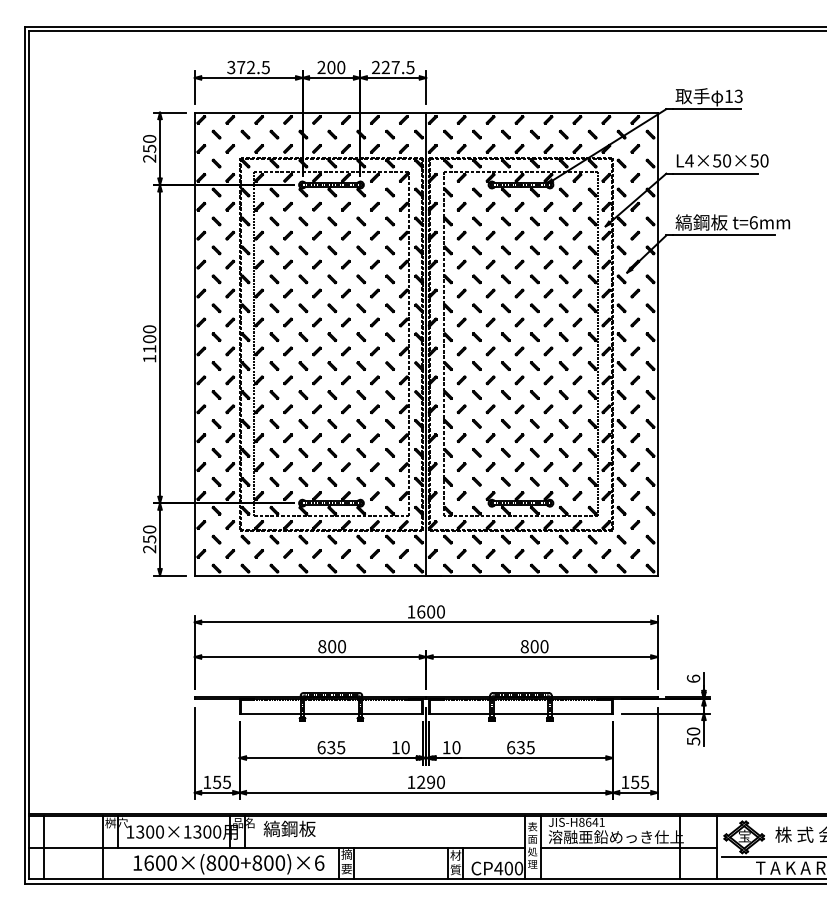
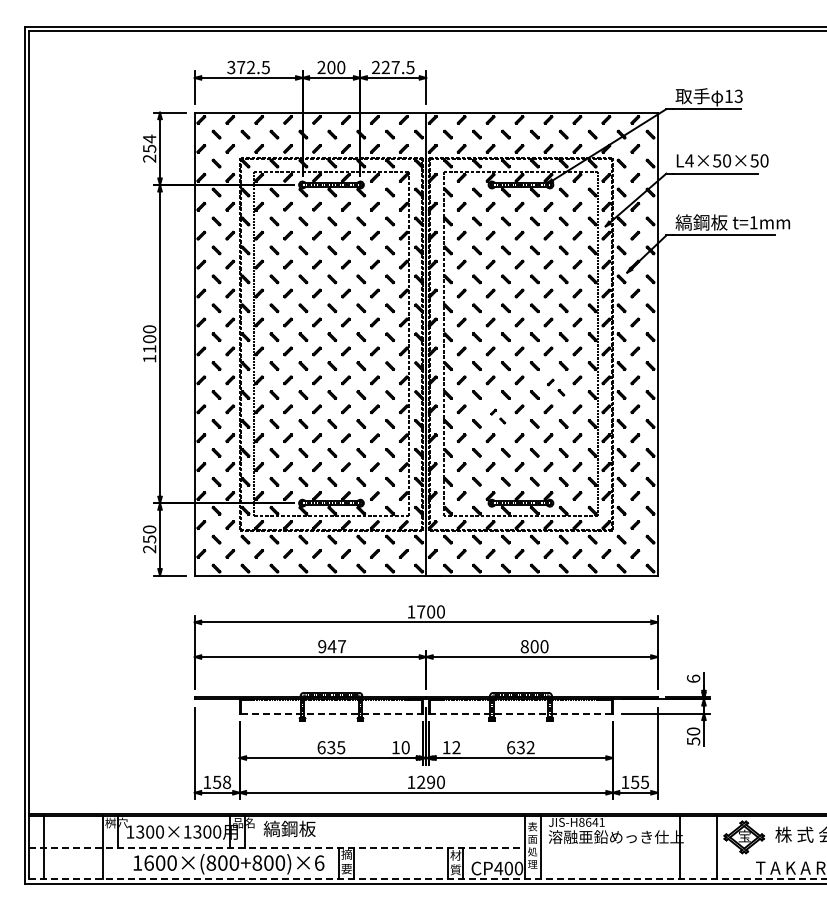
text at (149, 138): 250 -> 254
text at (753, 222): t=6mm -> t=1mm
part at (555, 387) size: 26x25 px -> 19x19 px
part at (497, 416) size: 26x25 px -> 17x17 px
text at (421, 611): 1600 -> 1700
text at (332, 646): 800 -> 947
line at (331, 713): solid -> dashed
line at (520, 713): solid -> dashed
text at (456, 747): 10 -> 12
text at (530, 747): 635 -> 632
text at (226, 781): 155 -> 158
line at (277, 847): solid -> dashed
line at (628, 847): present -> none
line at (772, 856): present -> none
line at (427, 879): solid -> dashed
